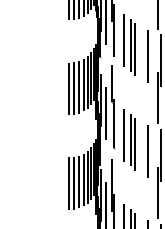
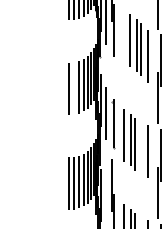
part at (129, 44) position: (129, 44) -> (135, 44)
line at (111, 83): present -> none
line at (74, 88): present -> none
line at (106, 203): present -> none
